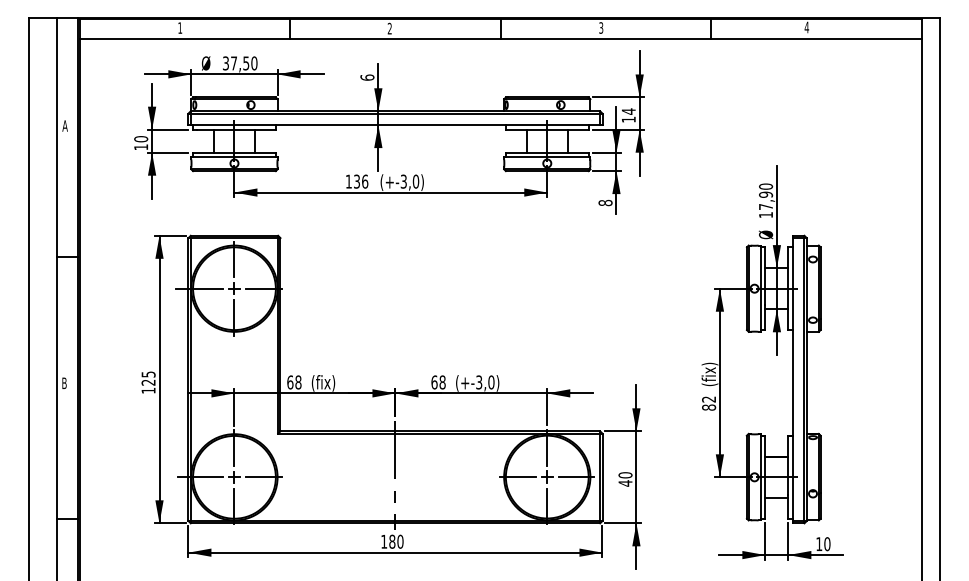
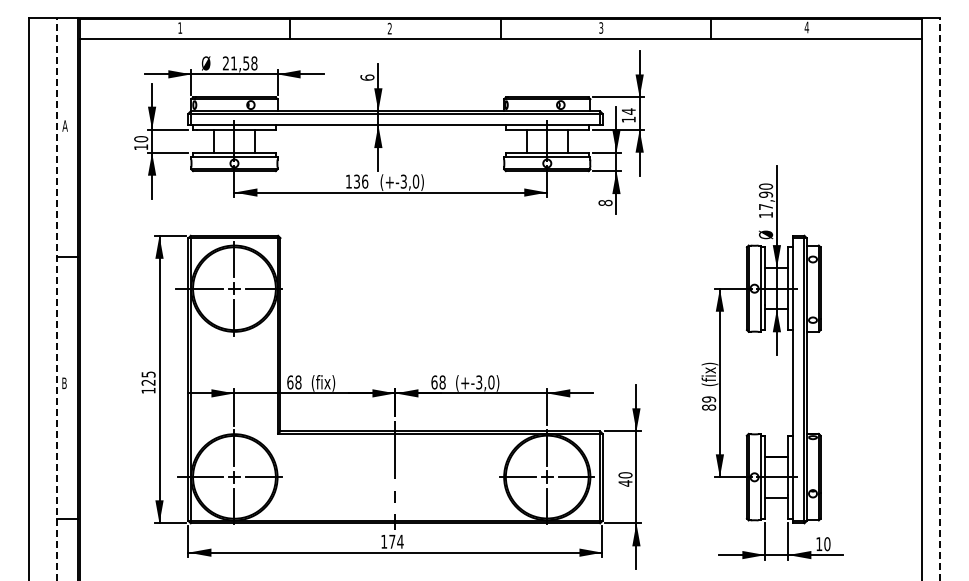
text at (240, 63): 37,50 -> 21,58
line at (56, 298): solid -> dashed
line at (939, 298): solid -> dashed
text at (709, 399): 82 -> 89
text at (396, 541): 180 -> 174
